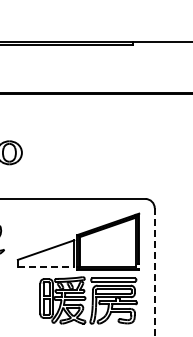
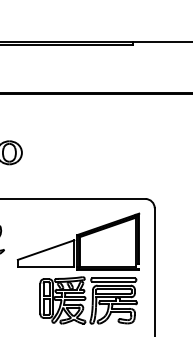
line at (46, 267): dashed -> solid
line at (154, 272): dashed -> solid
